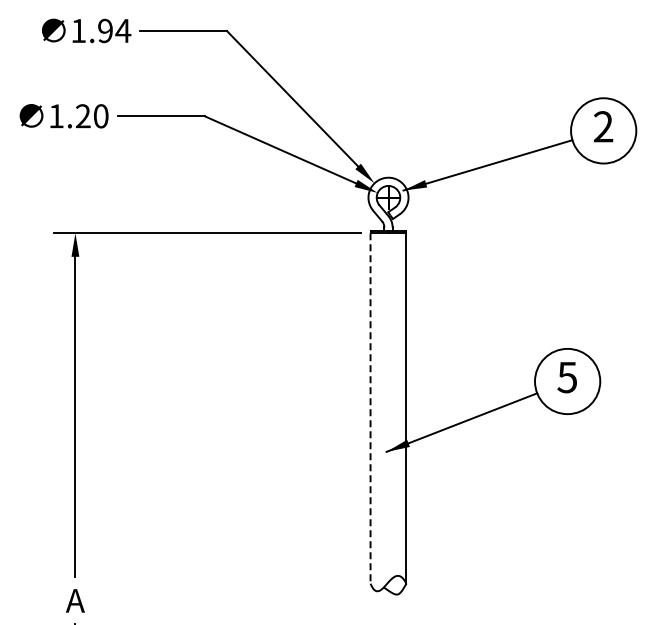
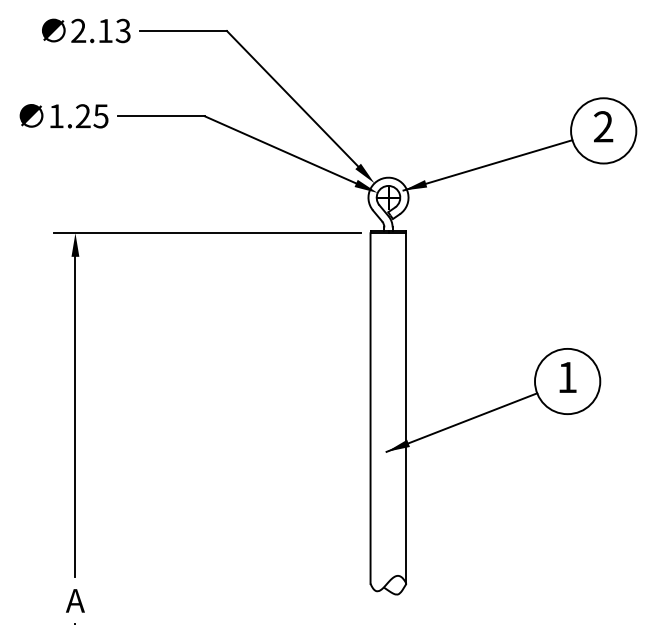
text at (101, 30): 1.94 -> 2.13
text at (100, 116): 1.20 -> 1.25
text at (566, 377): 5 -> 1
line at (370, 408): dashed -> solid
